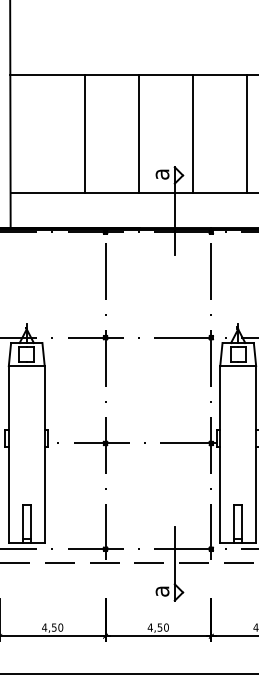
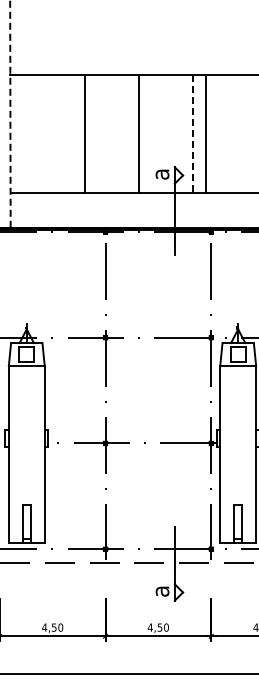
line at (10, 113): solid -> dashed
line at (192, 133): solid -> dashed
line at (246, 133) position: (246, 133) -> (205, 133)
